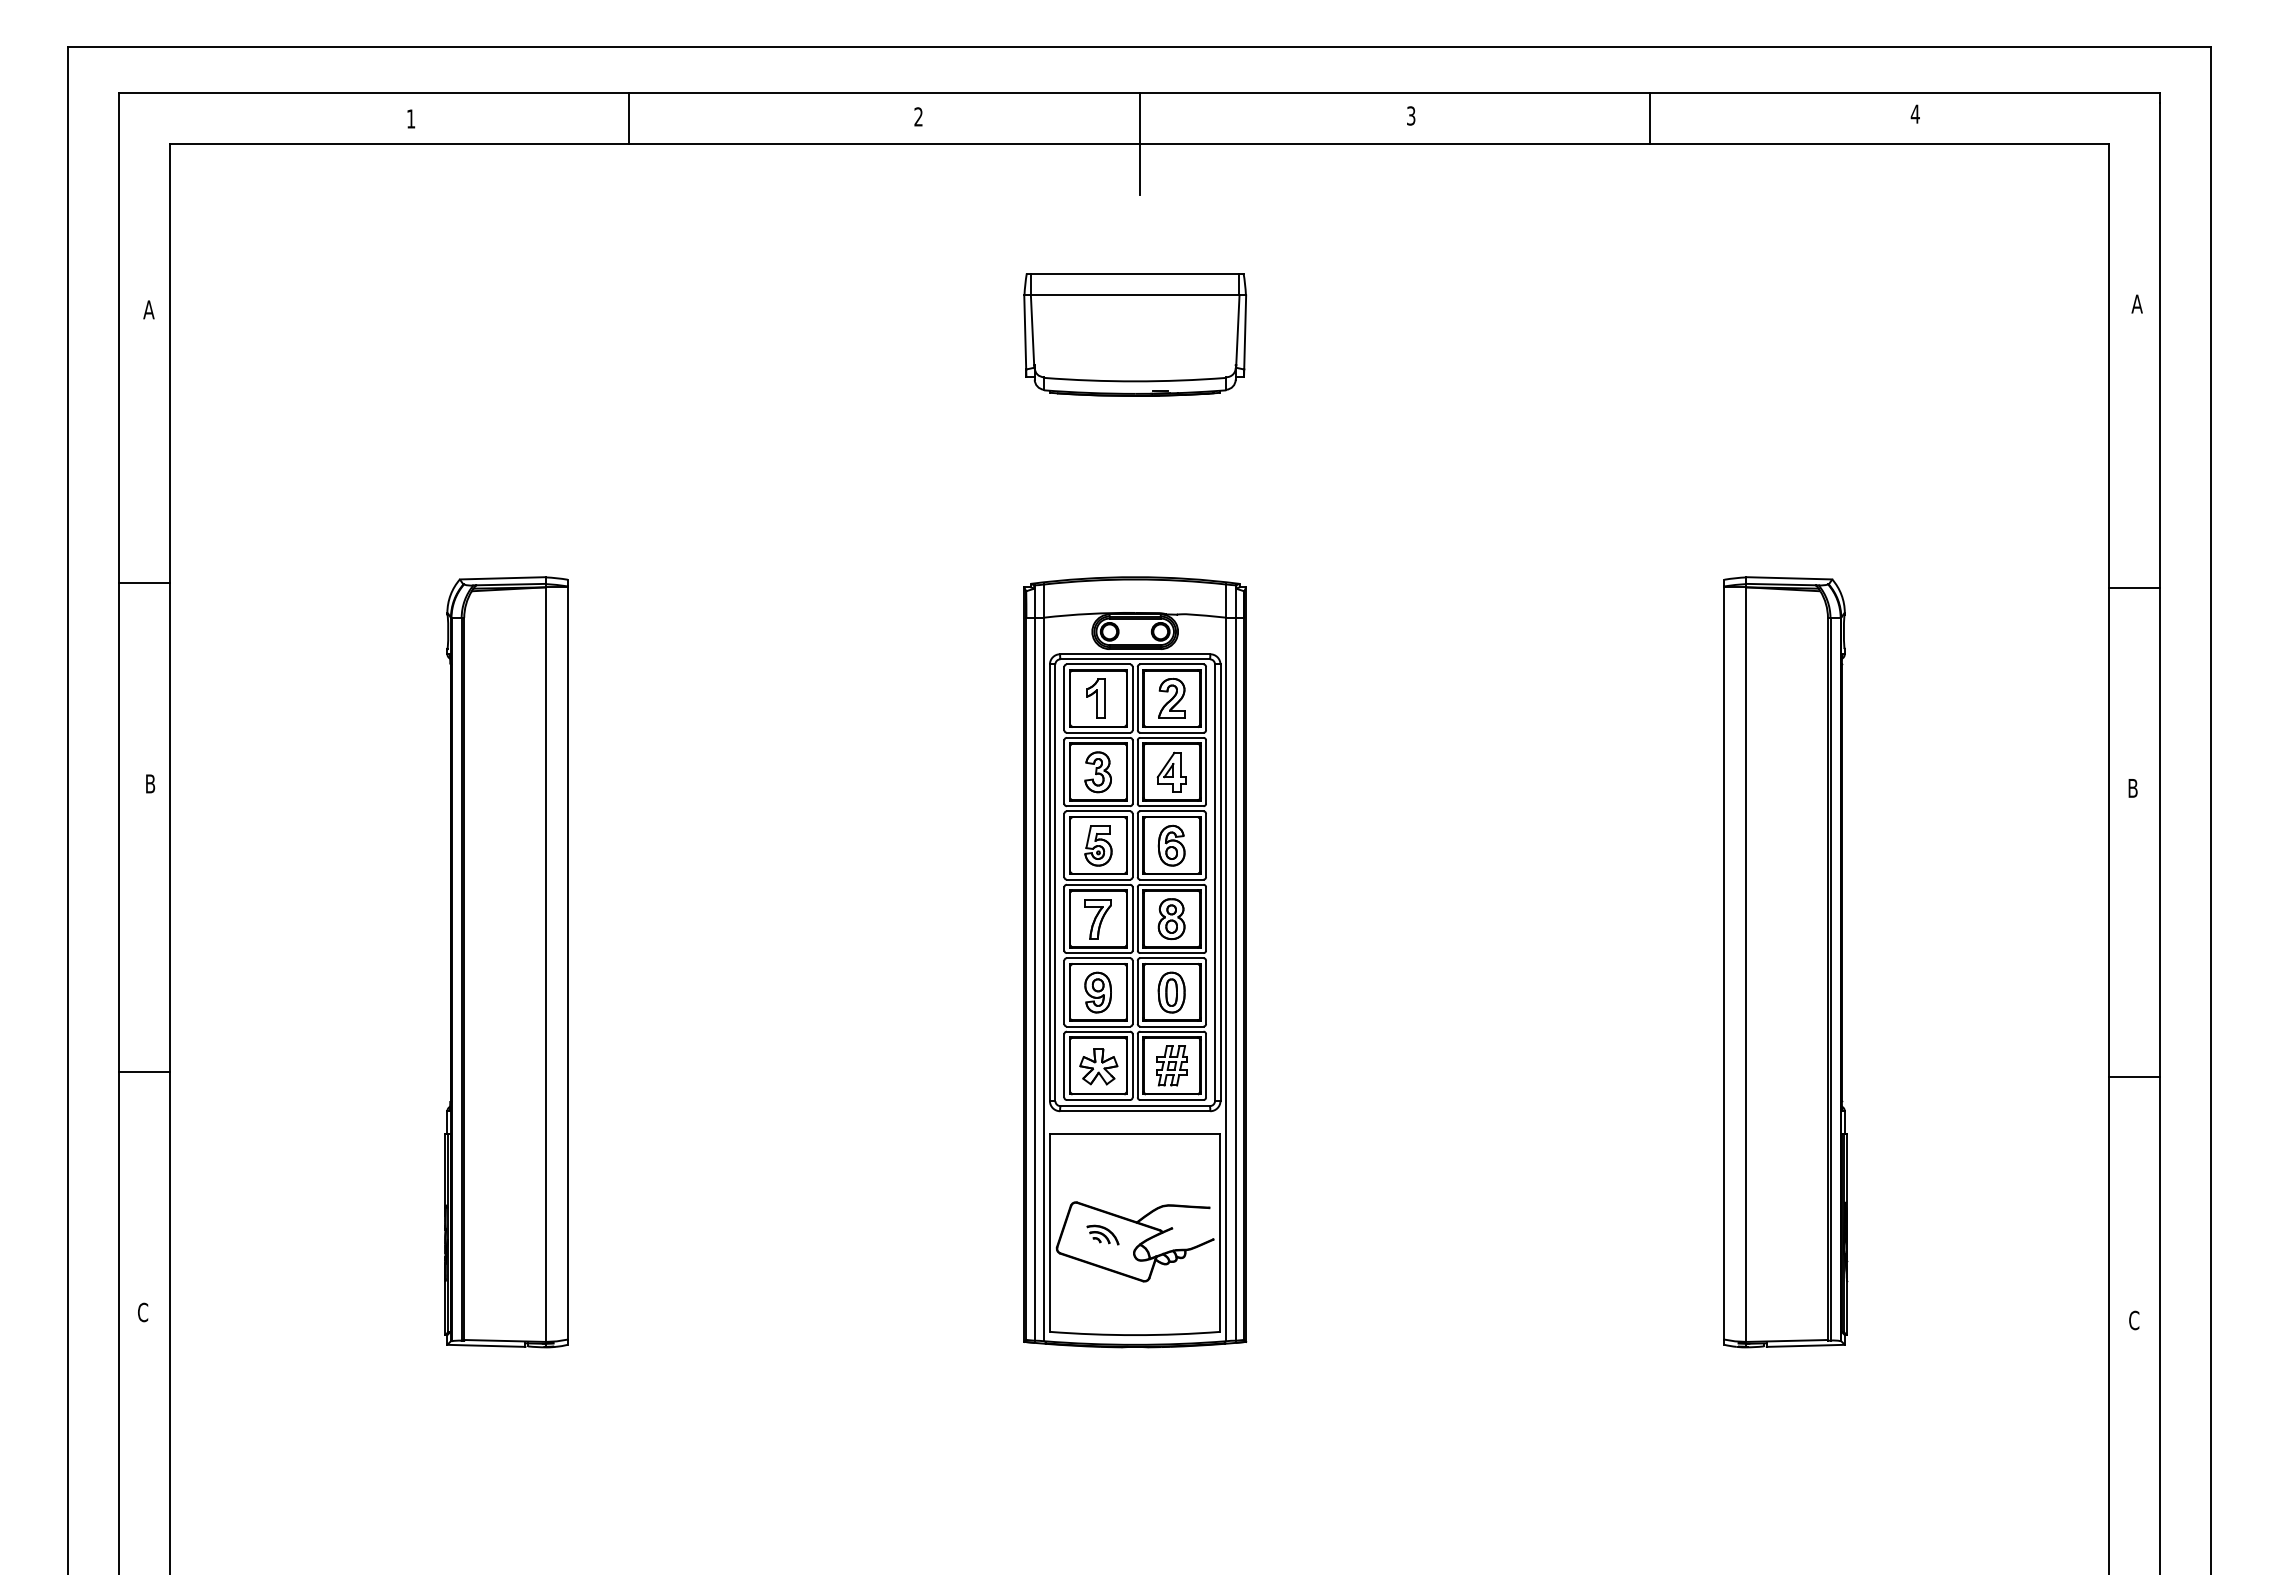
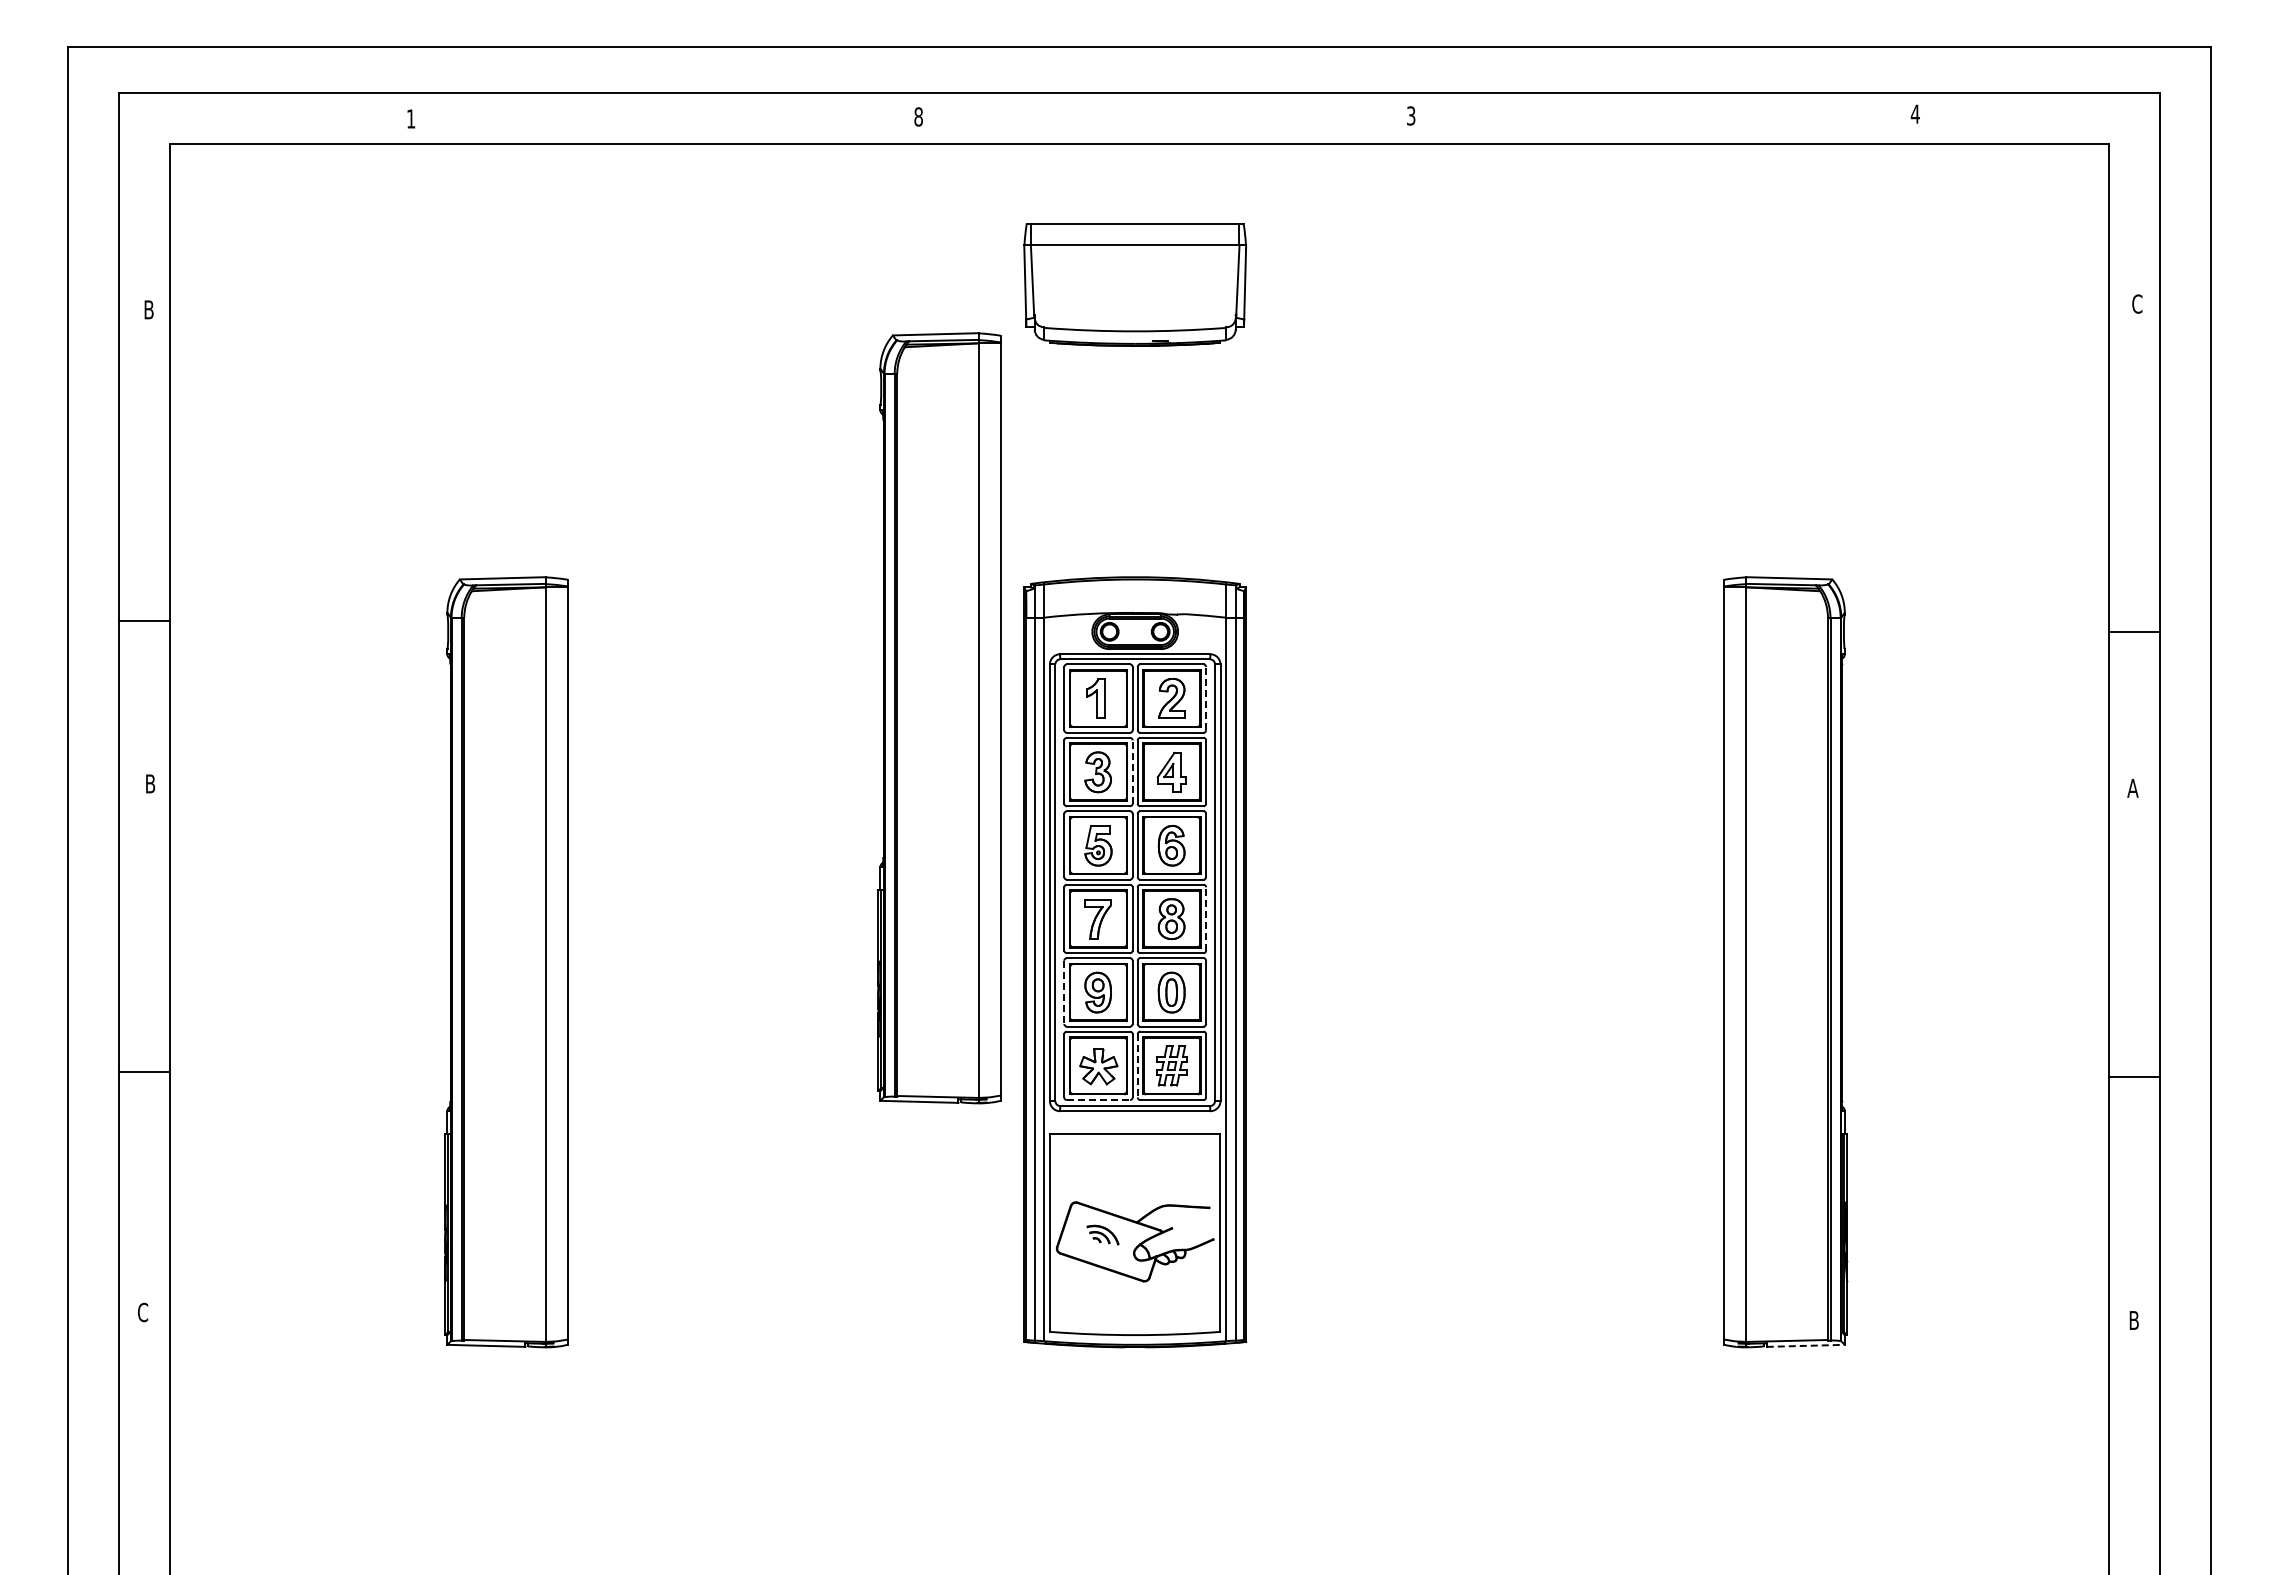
text at (918, 116): 2 -> 8
line at (629, 118): present -> none
line at (1649, 118): present -> none
line at (1139, 144): present -> none
text at (2136, 303): A -> C
text at (148, 309): A -> B
part at (1134, 334) position: (1134, 334) -> (1134, 284)
line at (144, 582) position: (144, 582) -> (144, 620)
line at (2133, 587) position: (2133, 587) -> (2133, 631)
line at (1206, 698): solid -> dashed
part at (939, 718): none -> present
line at (1132, 772): solid -> dashed
text at (2132, 788): B -> A
line at (1206, 918): solid -> dashed
line at (1064, 992): solid -> dashed
line at (1137, 1065): solid -> dashed
line at (1098, 1100): solid -> dashed
text at (2134, 1320): C -> B
line at (1806, 1345): solid -> dashed
